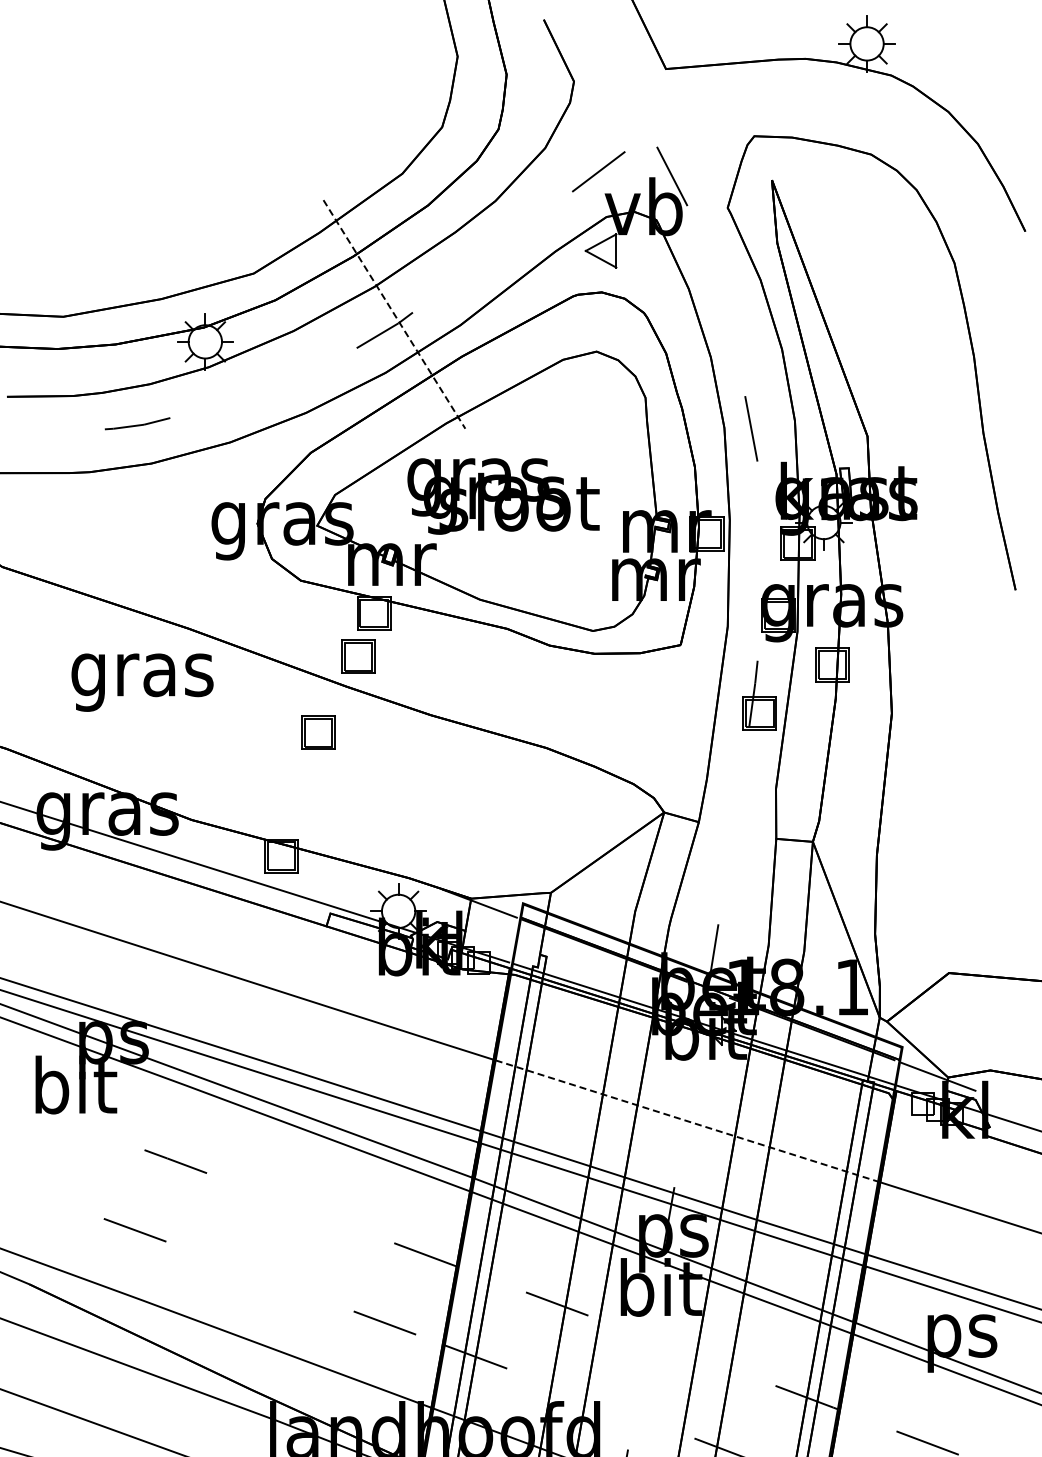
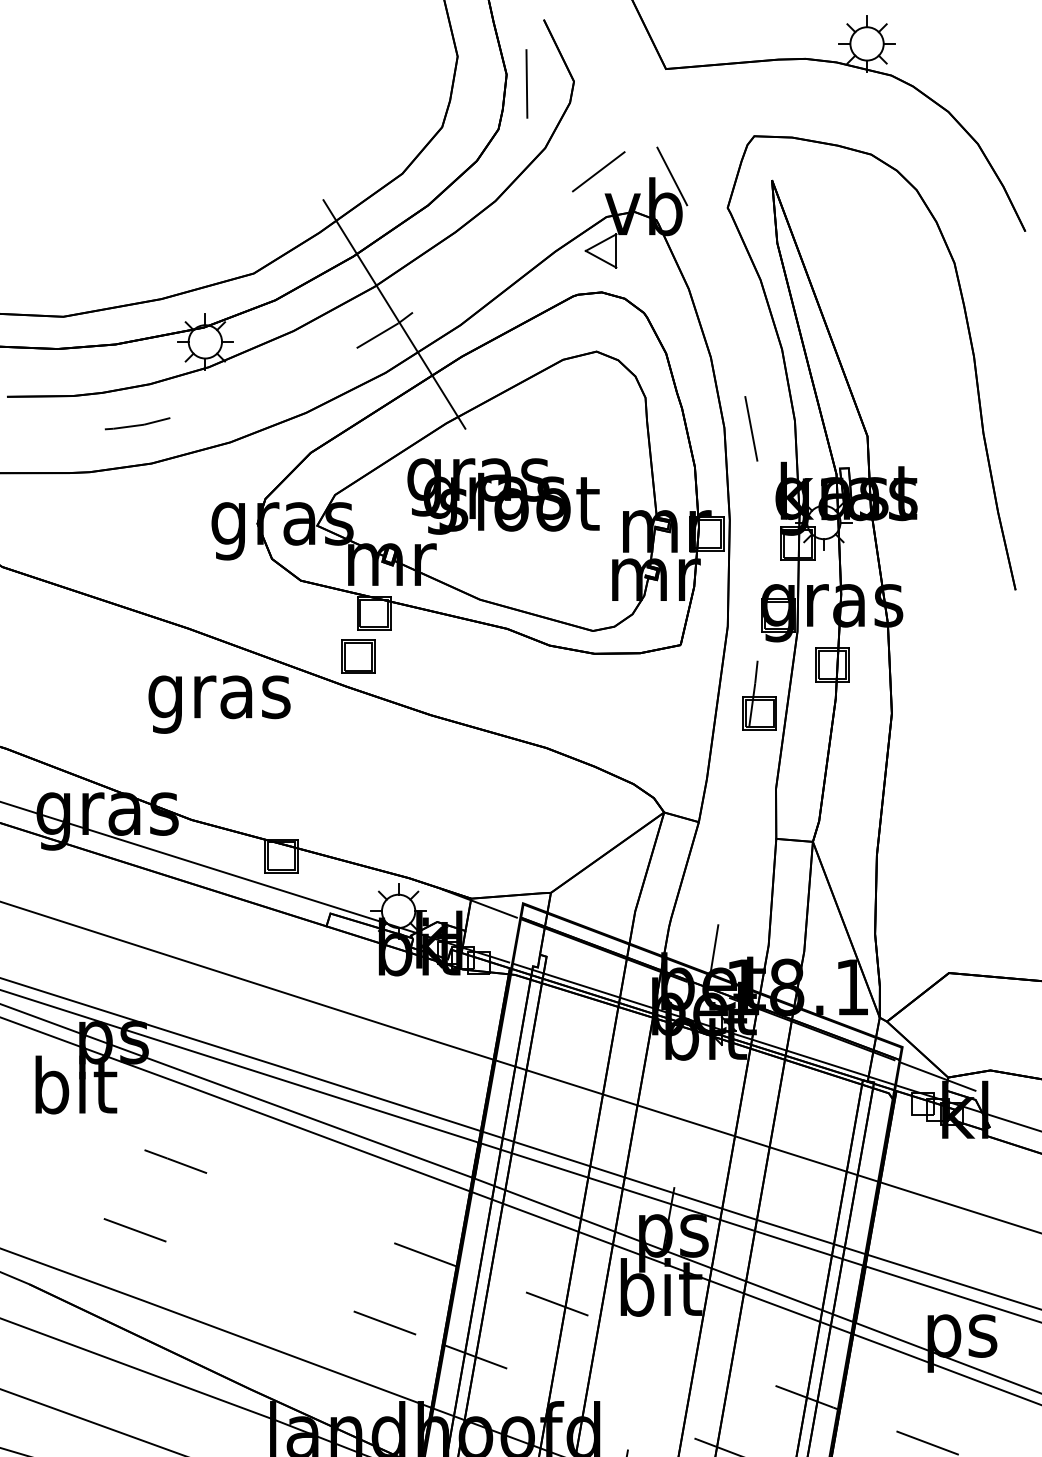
line at (526, 83): none -> present
line at (394, 314): dashed -> solid
text at (142, 682) position: (142, 682) -> (219, 704)
part at (318, 732): present -> none
line at (686, 1121): dashed -> solid
